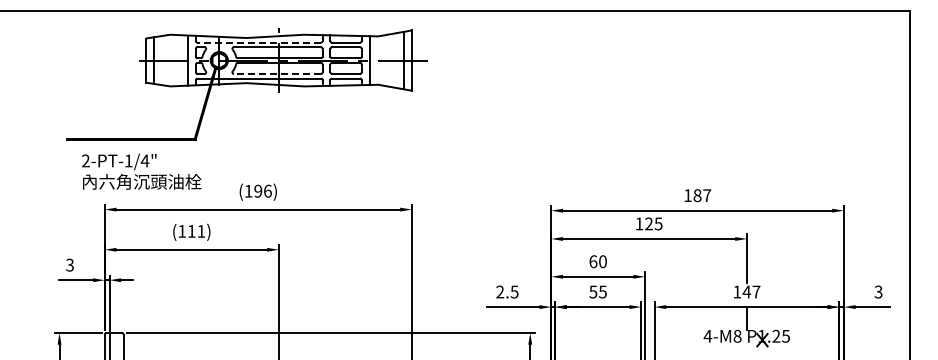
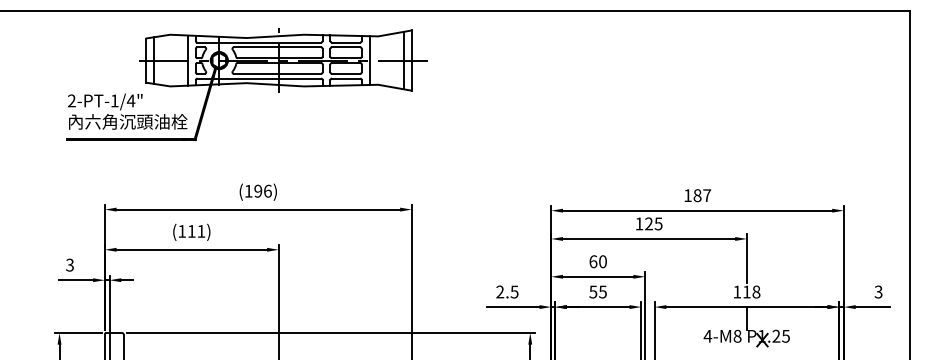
line at (259, 42): dashed -> solid
line at (277, 73): dashed -> solid
text at (141, 171) position: (141, 171) -> (127, 111)
text at (751, 291): 147 -> 118
